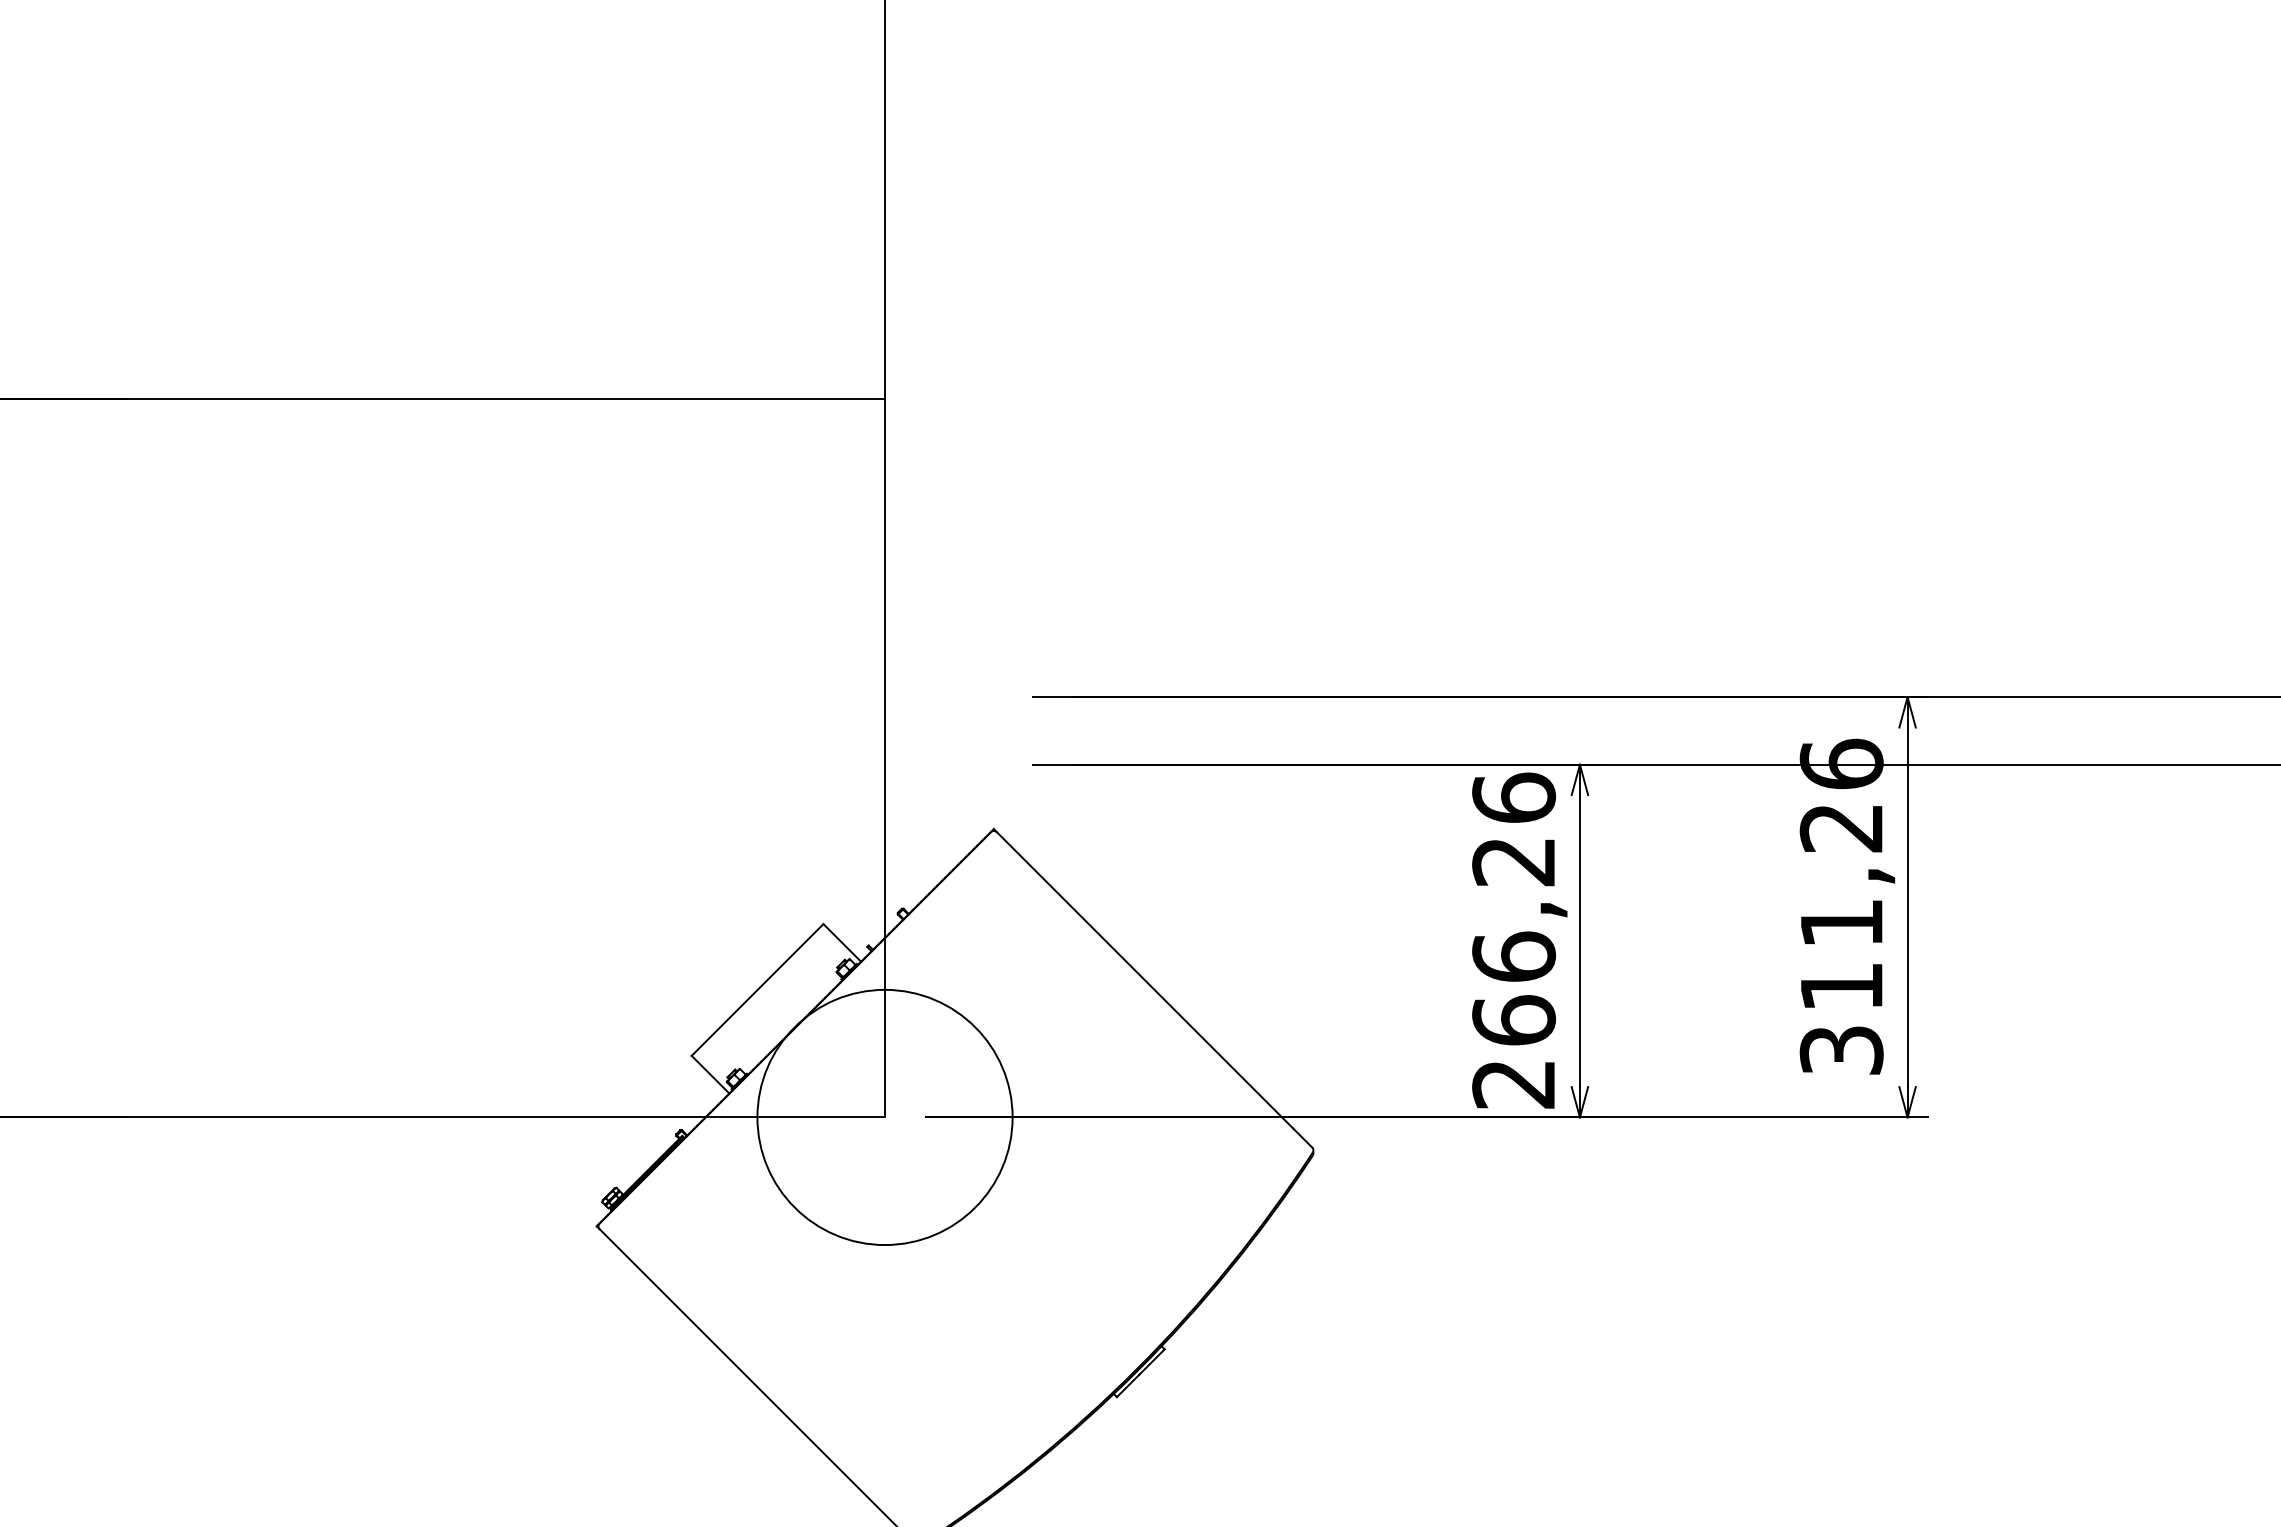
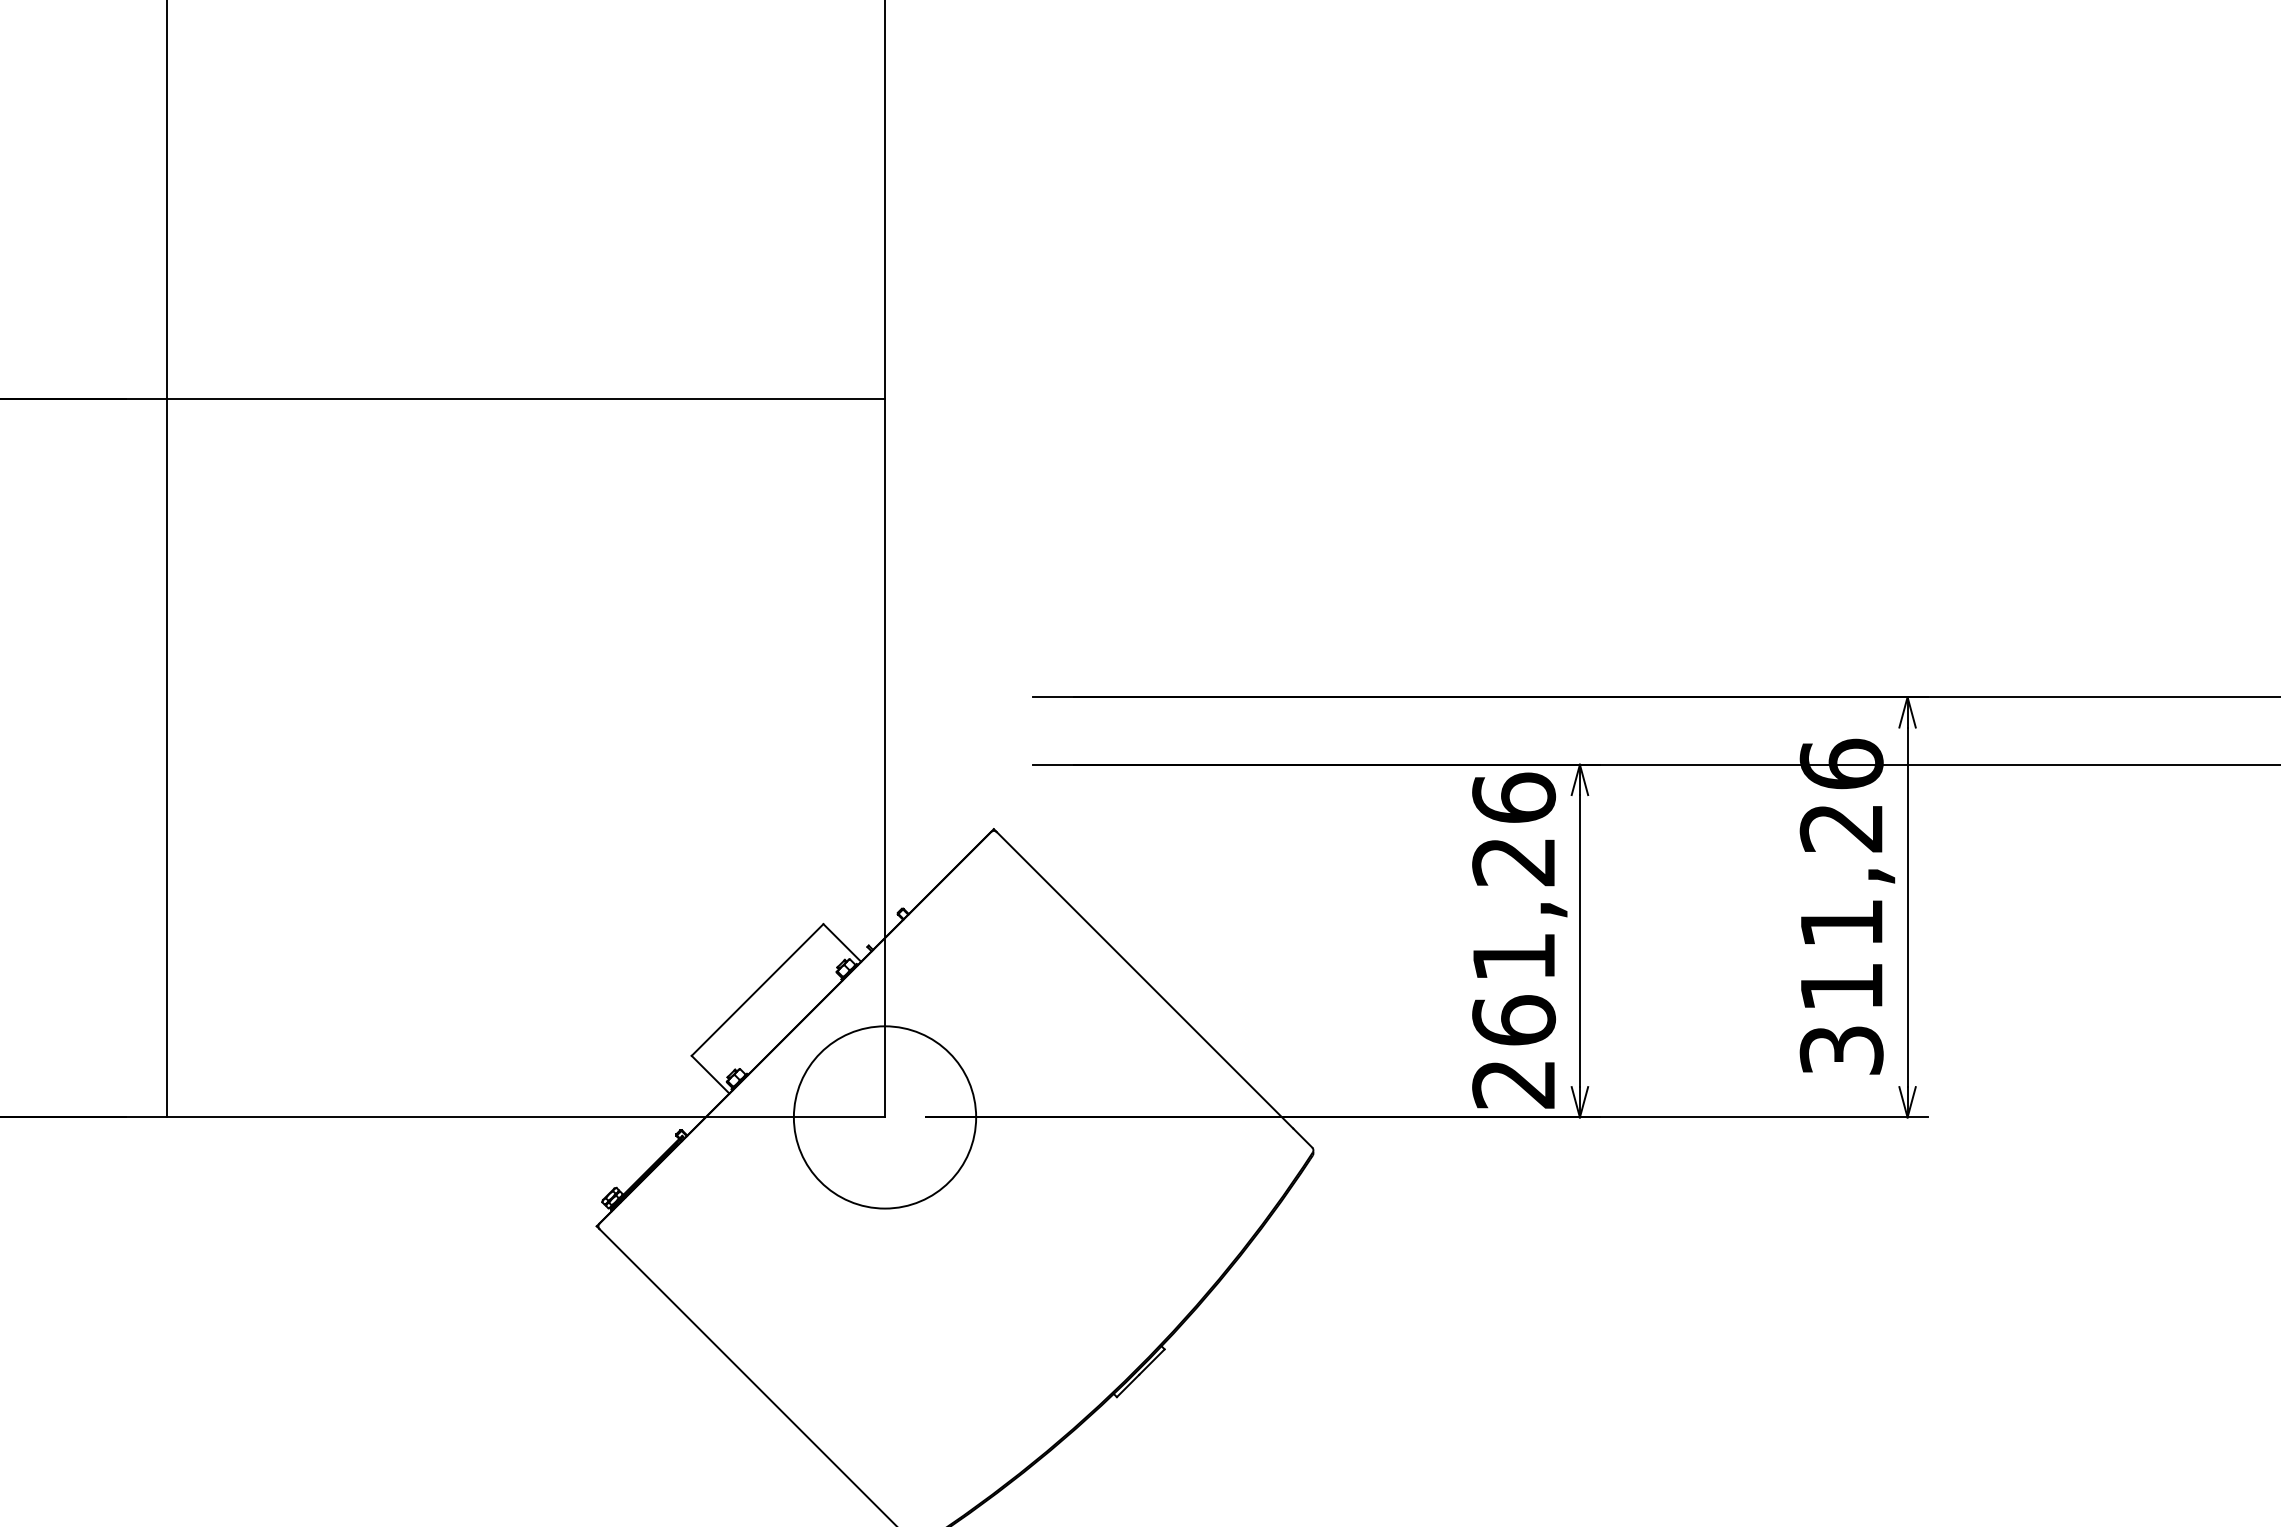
line at (166, 559): none -> present
text at (1514, 956): 266,26 -> 261,26
circle at (884, 1117) diameter: 255 px -> 182 px
